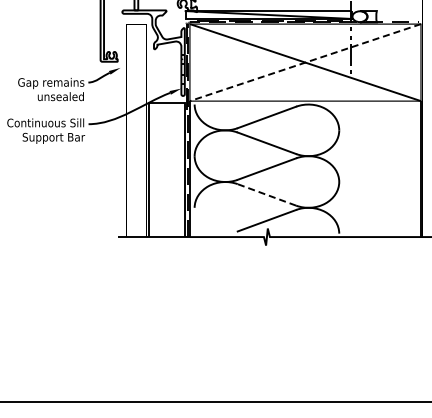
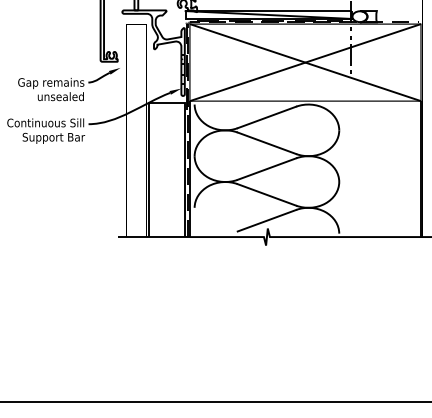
line at (305, 62): dashed -> solid
line at (266, 194): dashed -> solid
